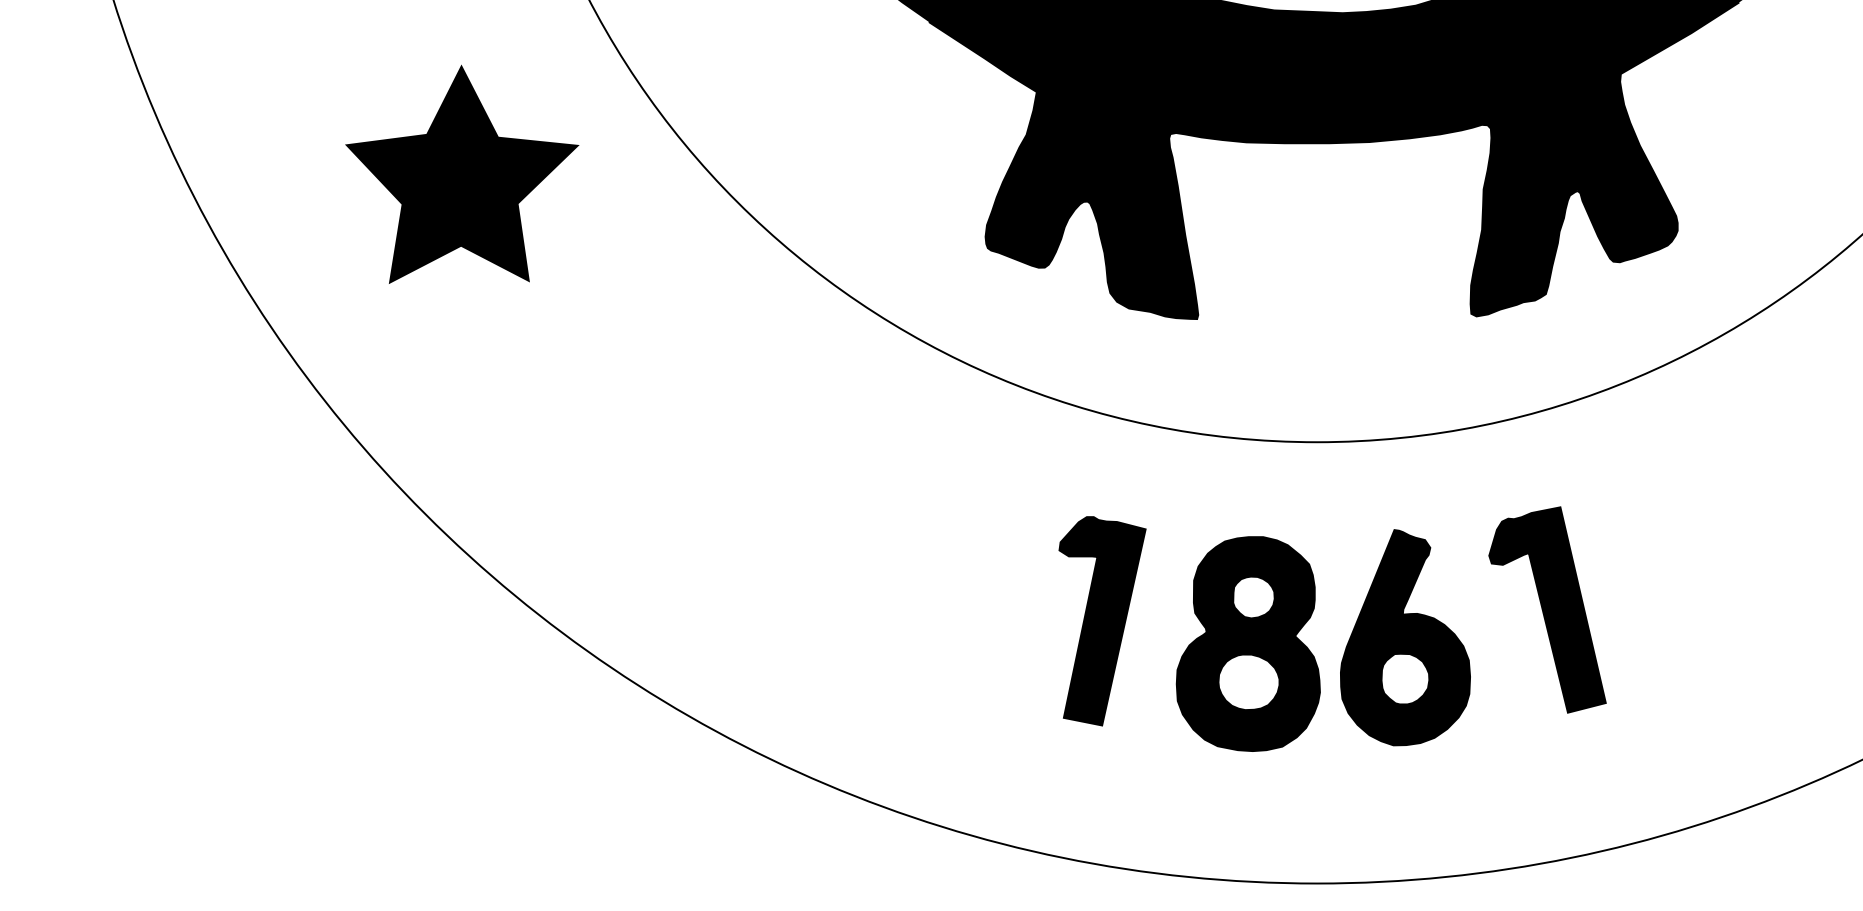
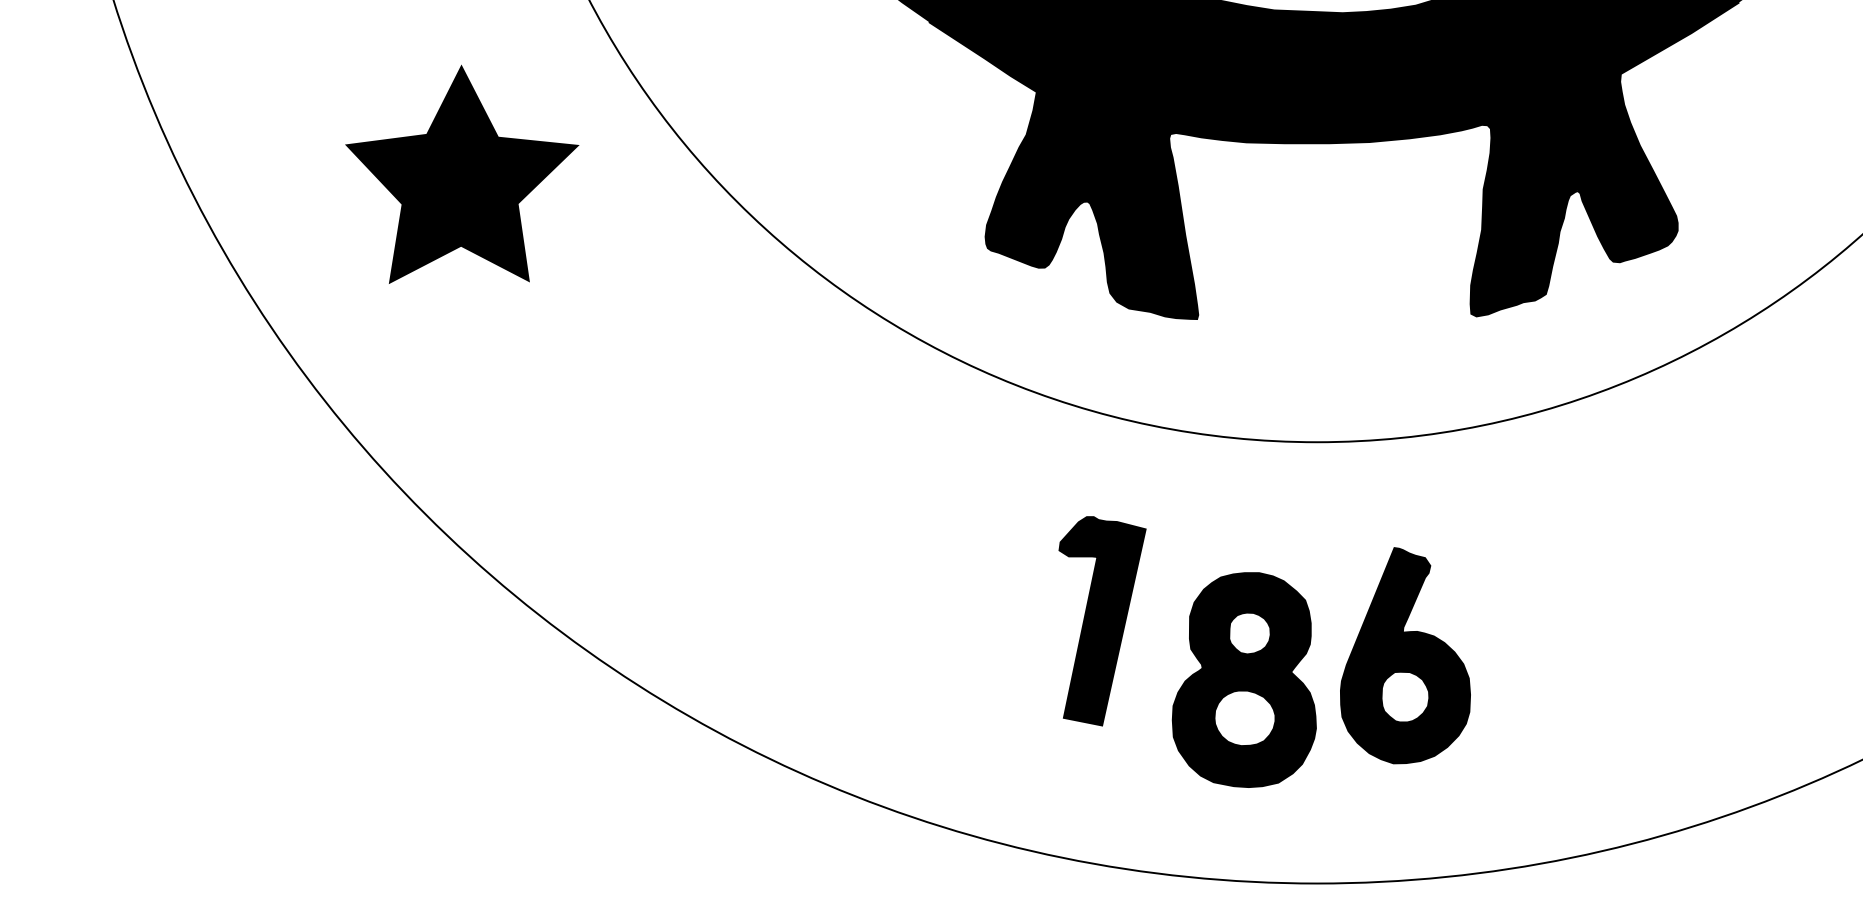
part at (1547, 609): present -> none
part at (1405, 637) position: (1405, 637) -> (1405, 655)
part at (1247, 643) position: (1247, 643) -> (1243, 679)
